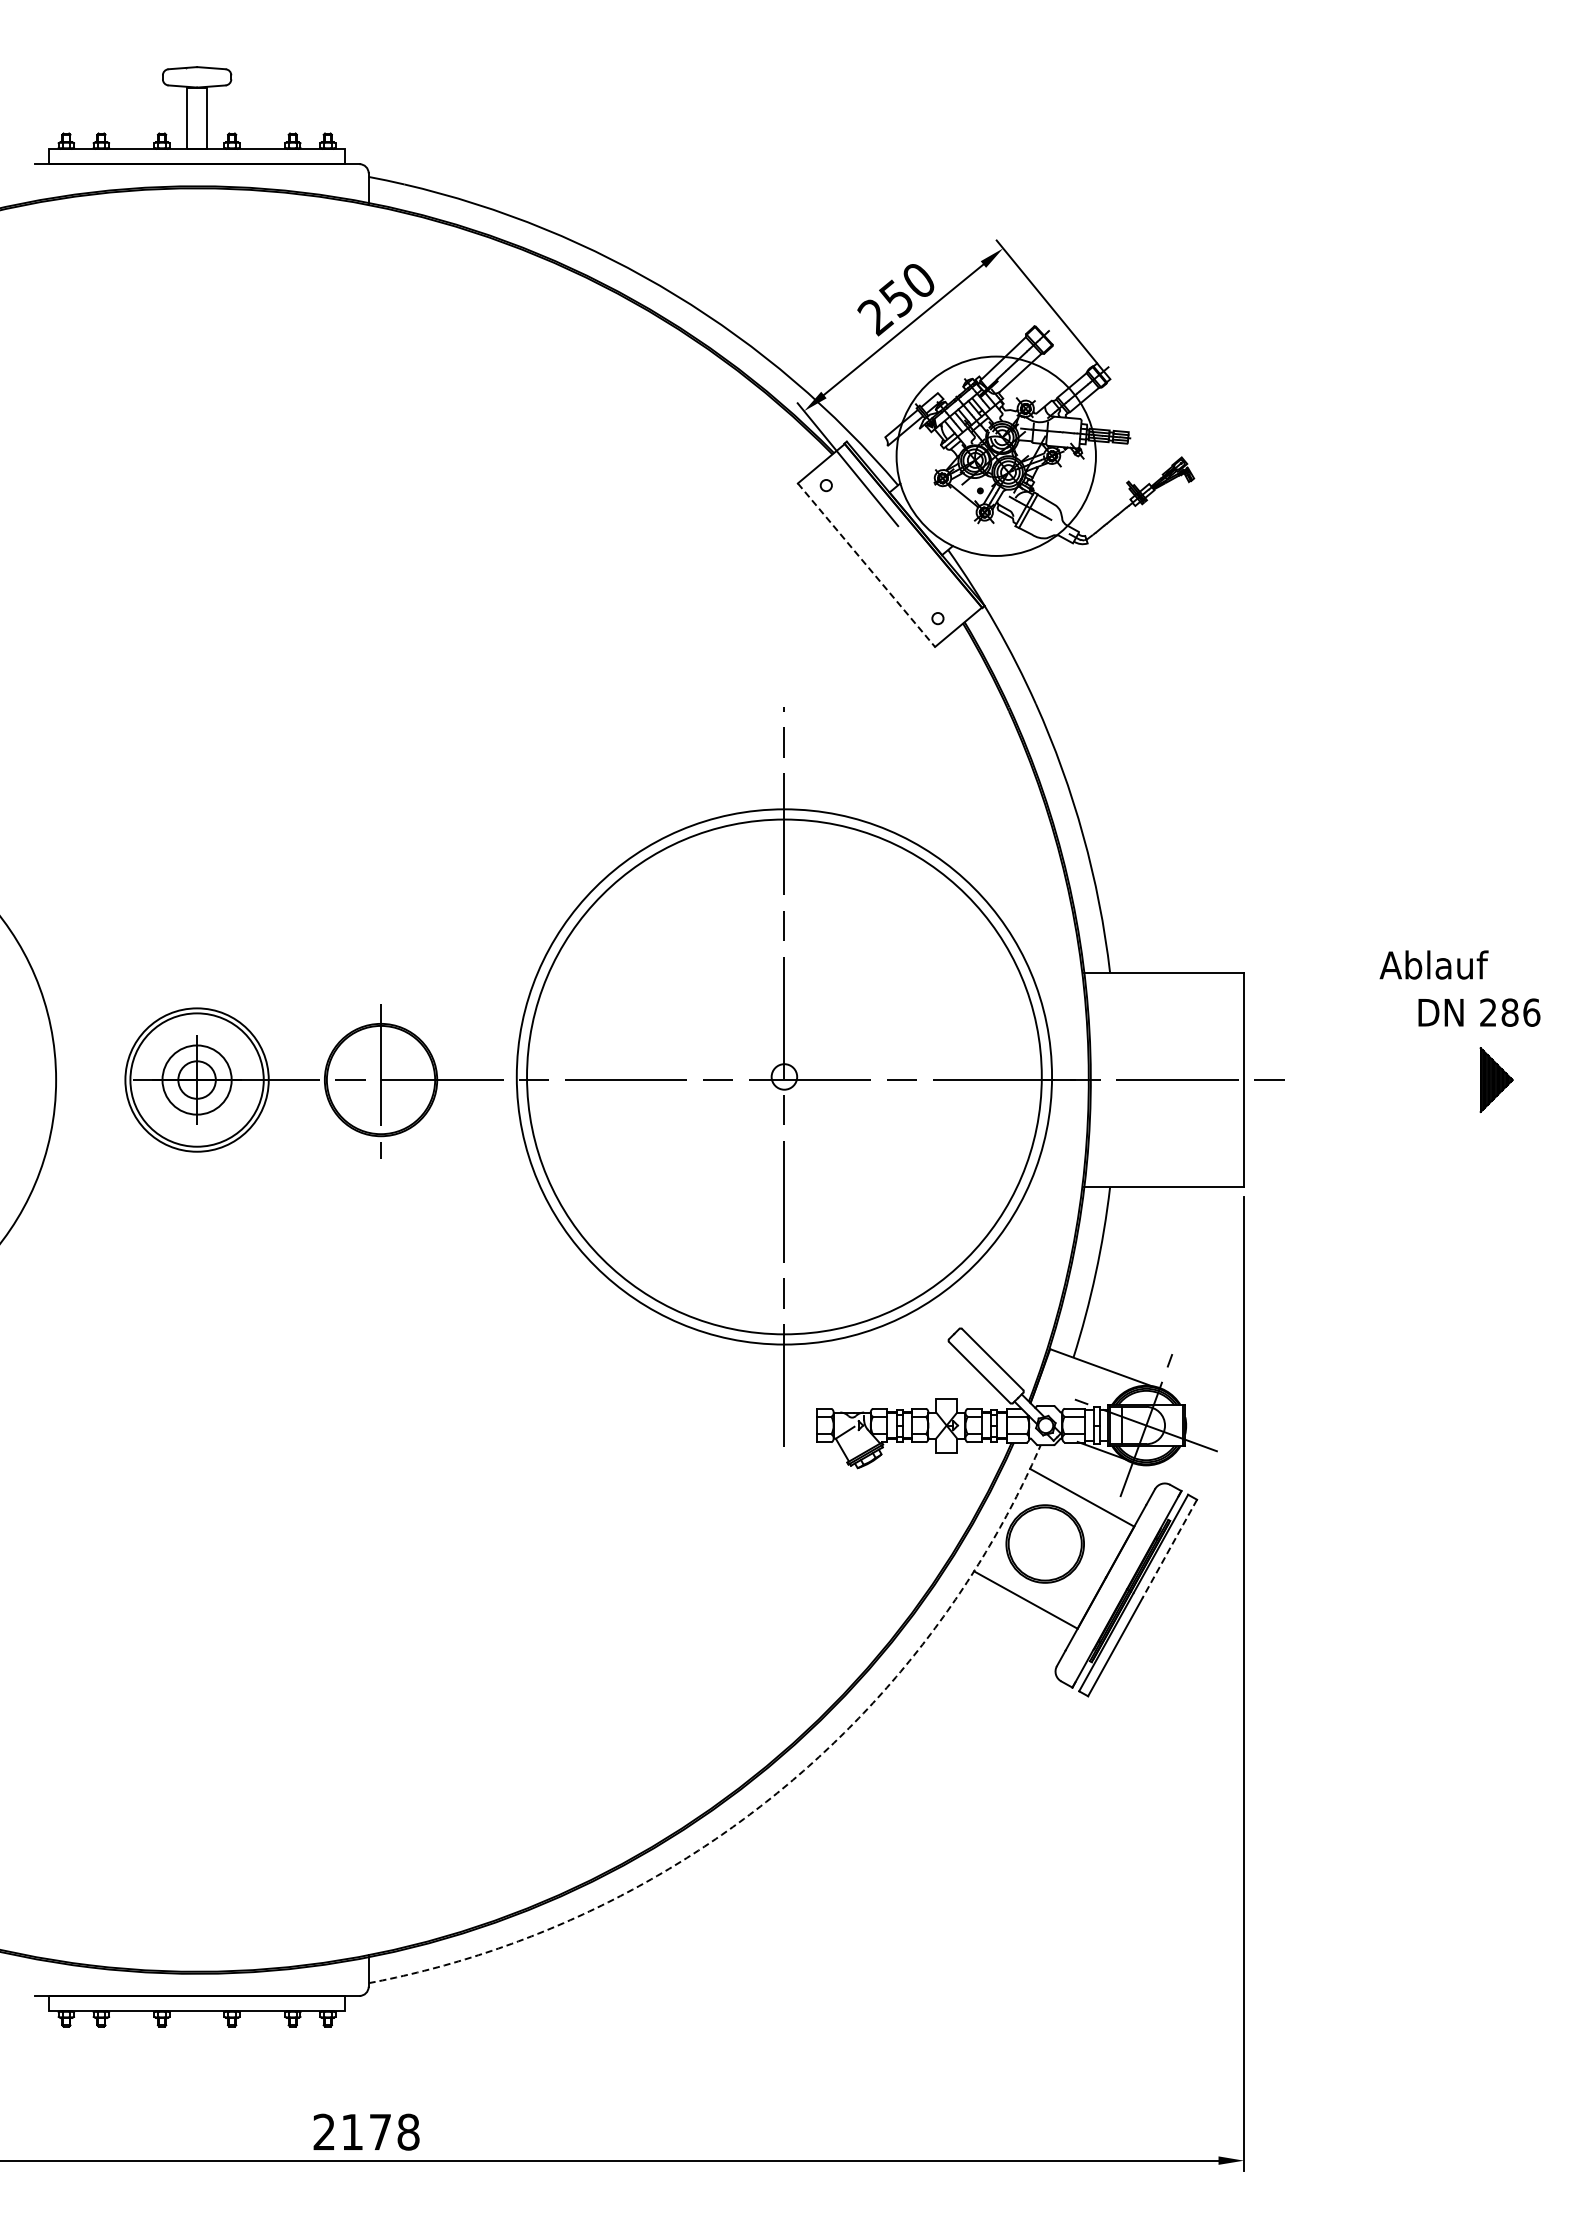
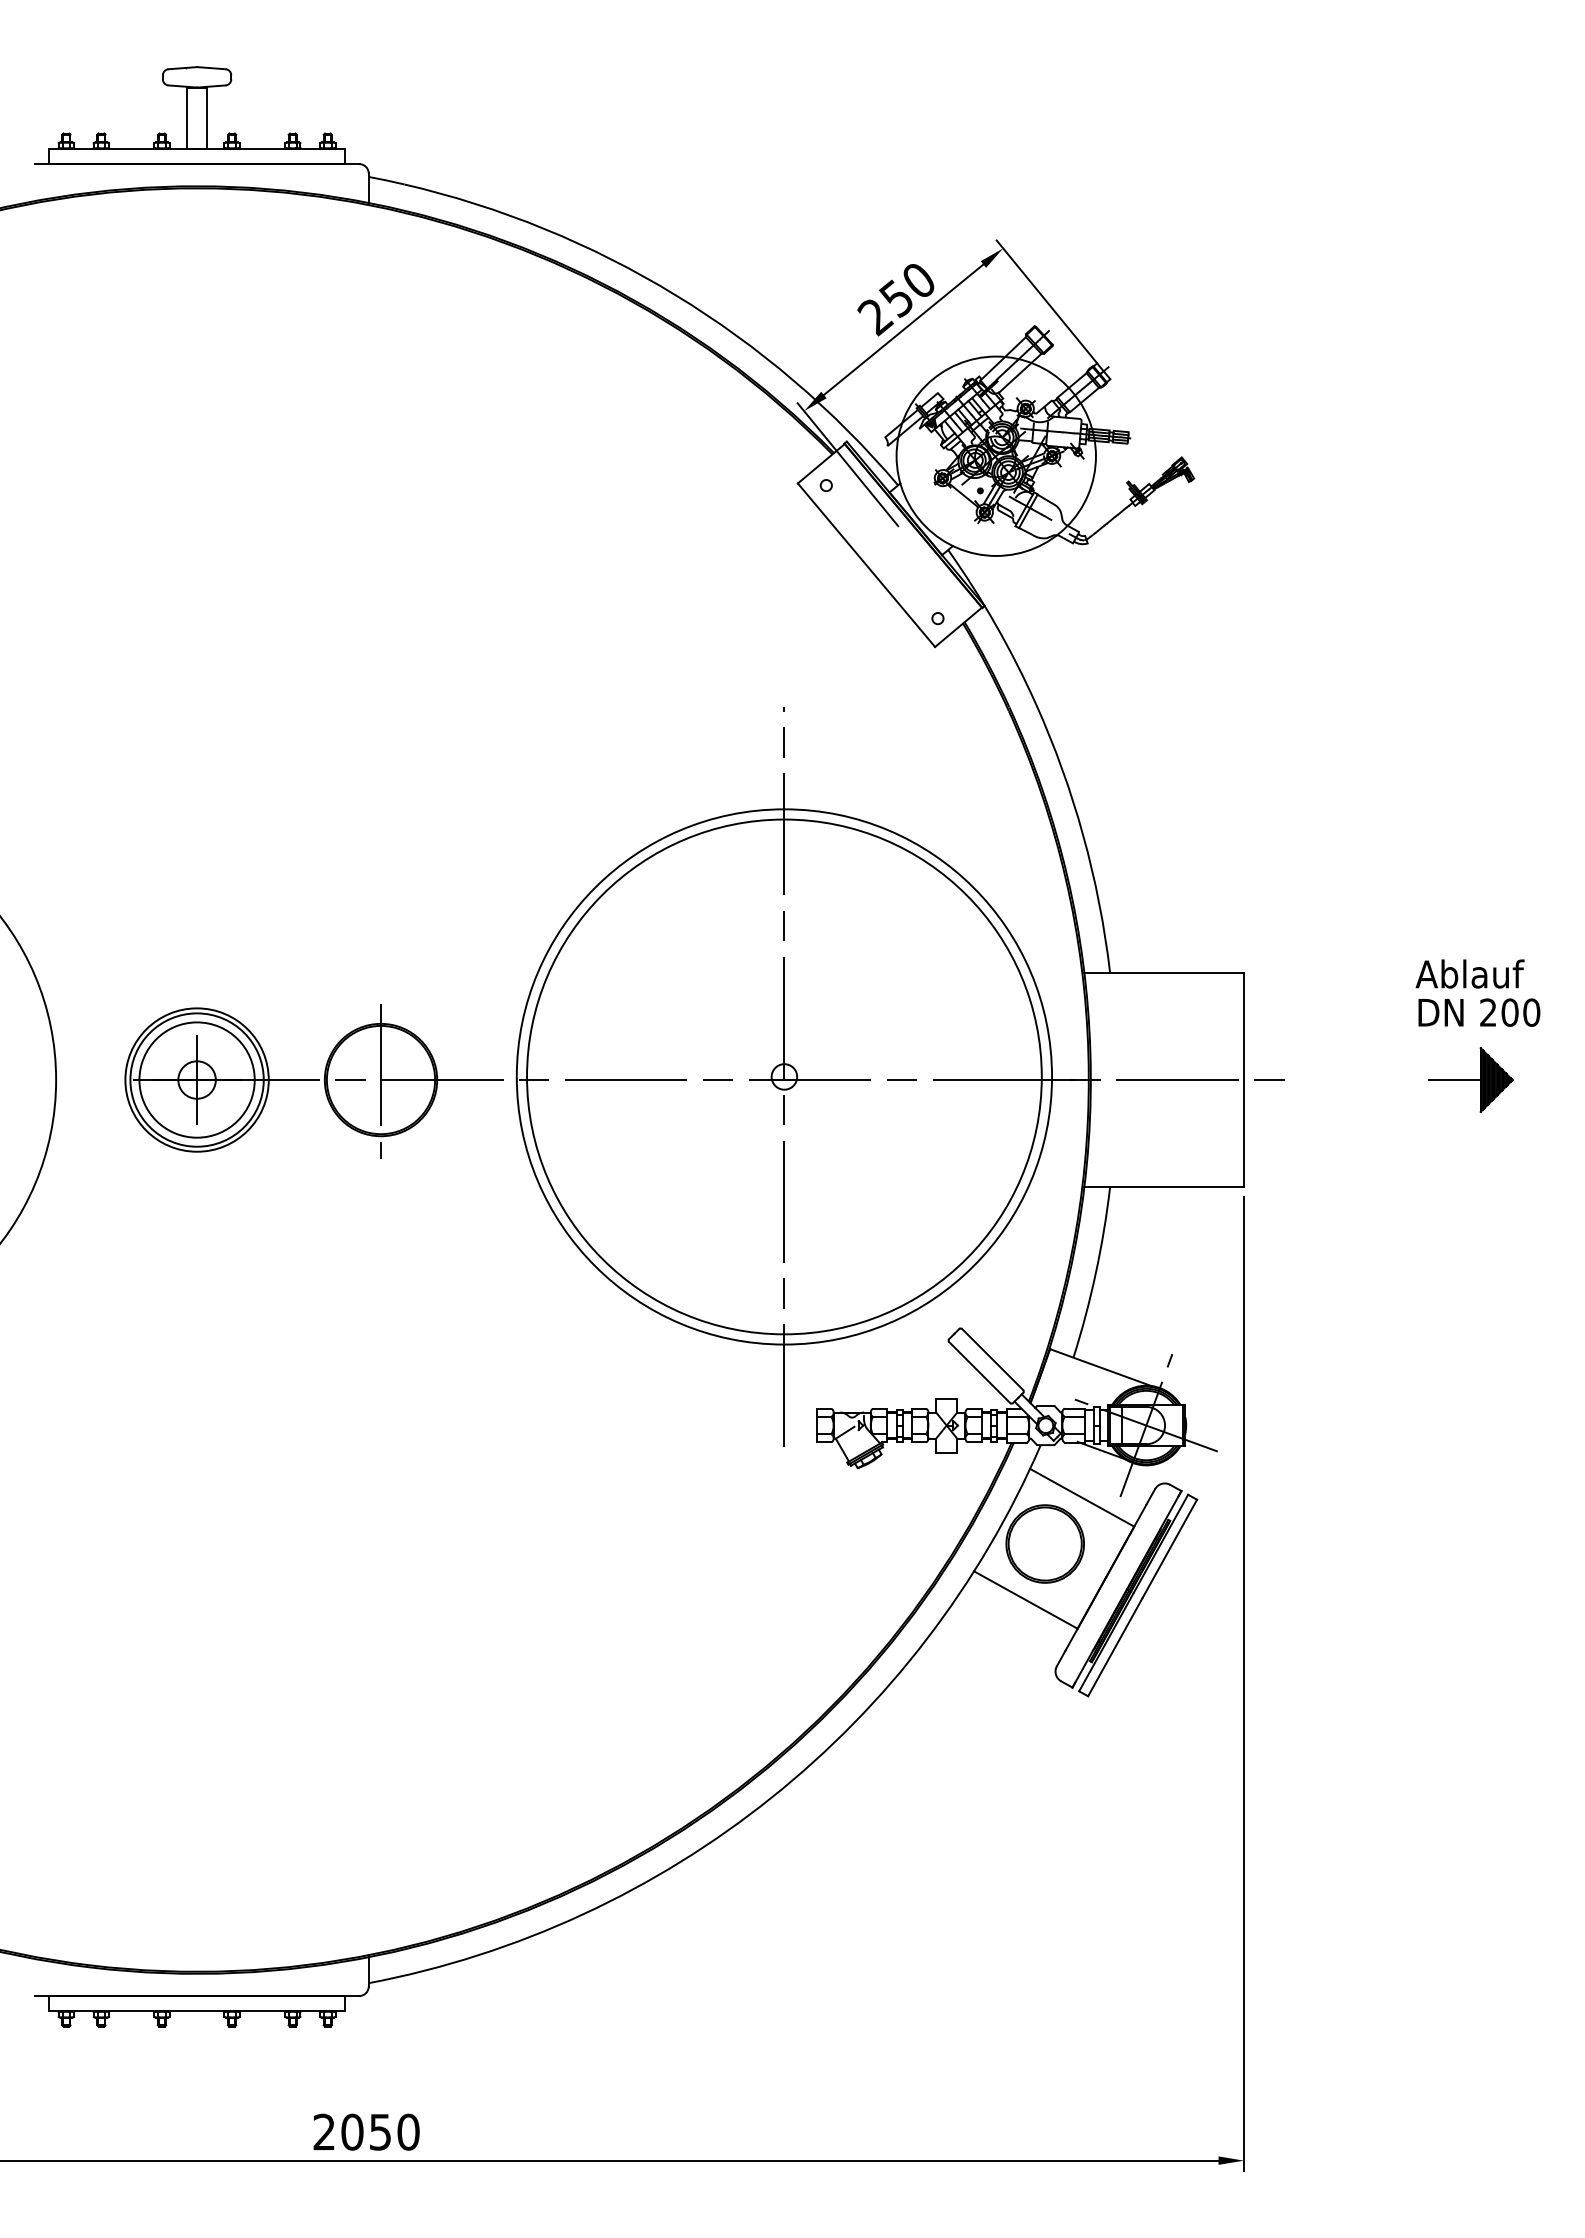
line at (866, 565): dashed -> solid
text at (1433, 964) position: (1433, 964) -> (1469, 973)
text at (1520, 1012): 286 -> 200
circle at (196, 1079) diameter: 69 px -> 115 px
line at (1454, 1080): none -> present
line at (1169, 1549): dashed -> solid
arc at (771, 1797): dashed -> solid
text at (380, 2131): 2178 -> 2050
